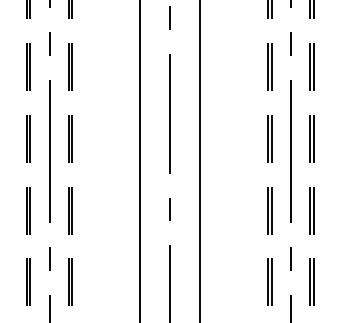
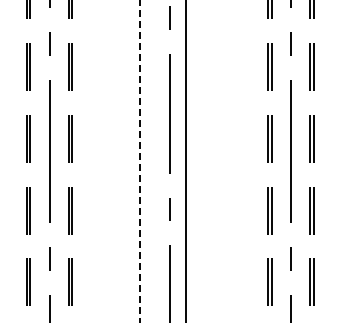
line at (200, 160) position: (200, 160) -> (186, 160)
line at (140, 161): solid -> dashed
